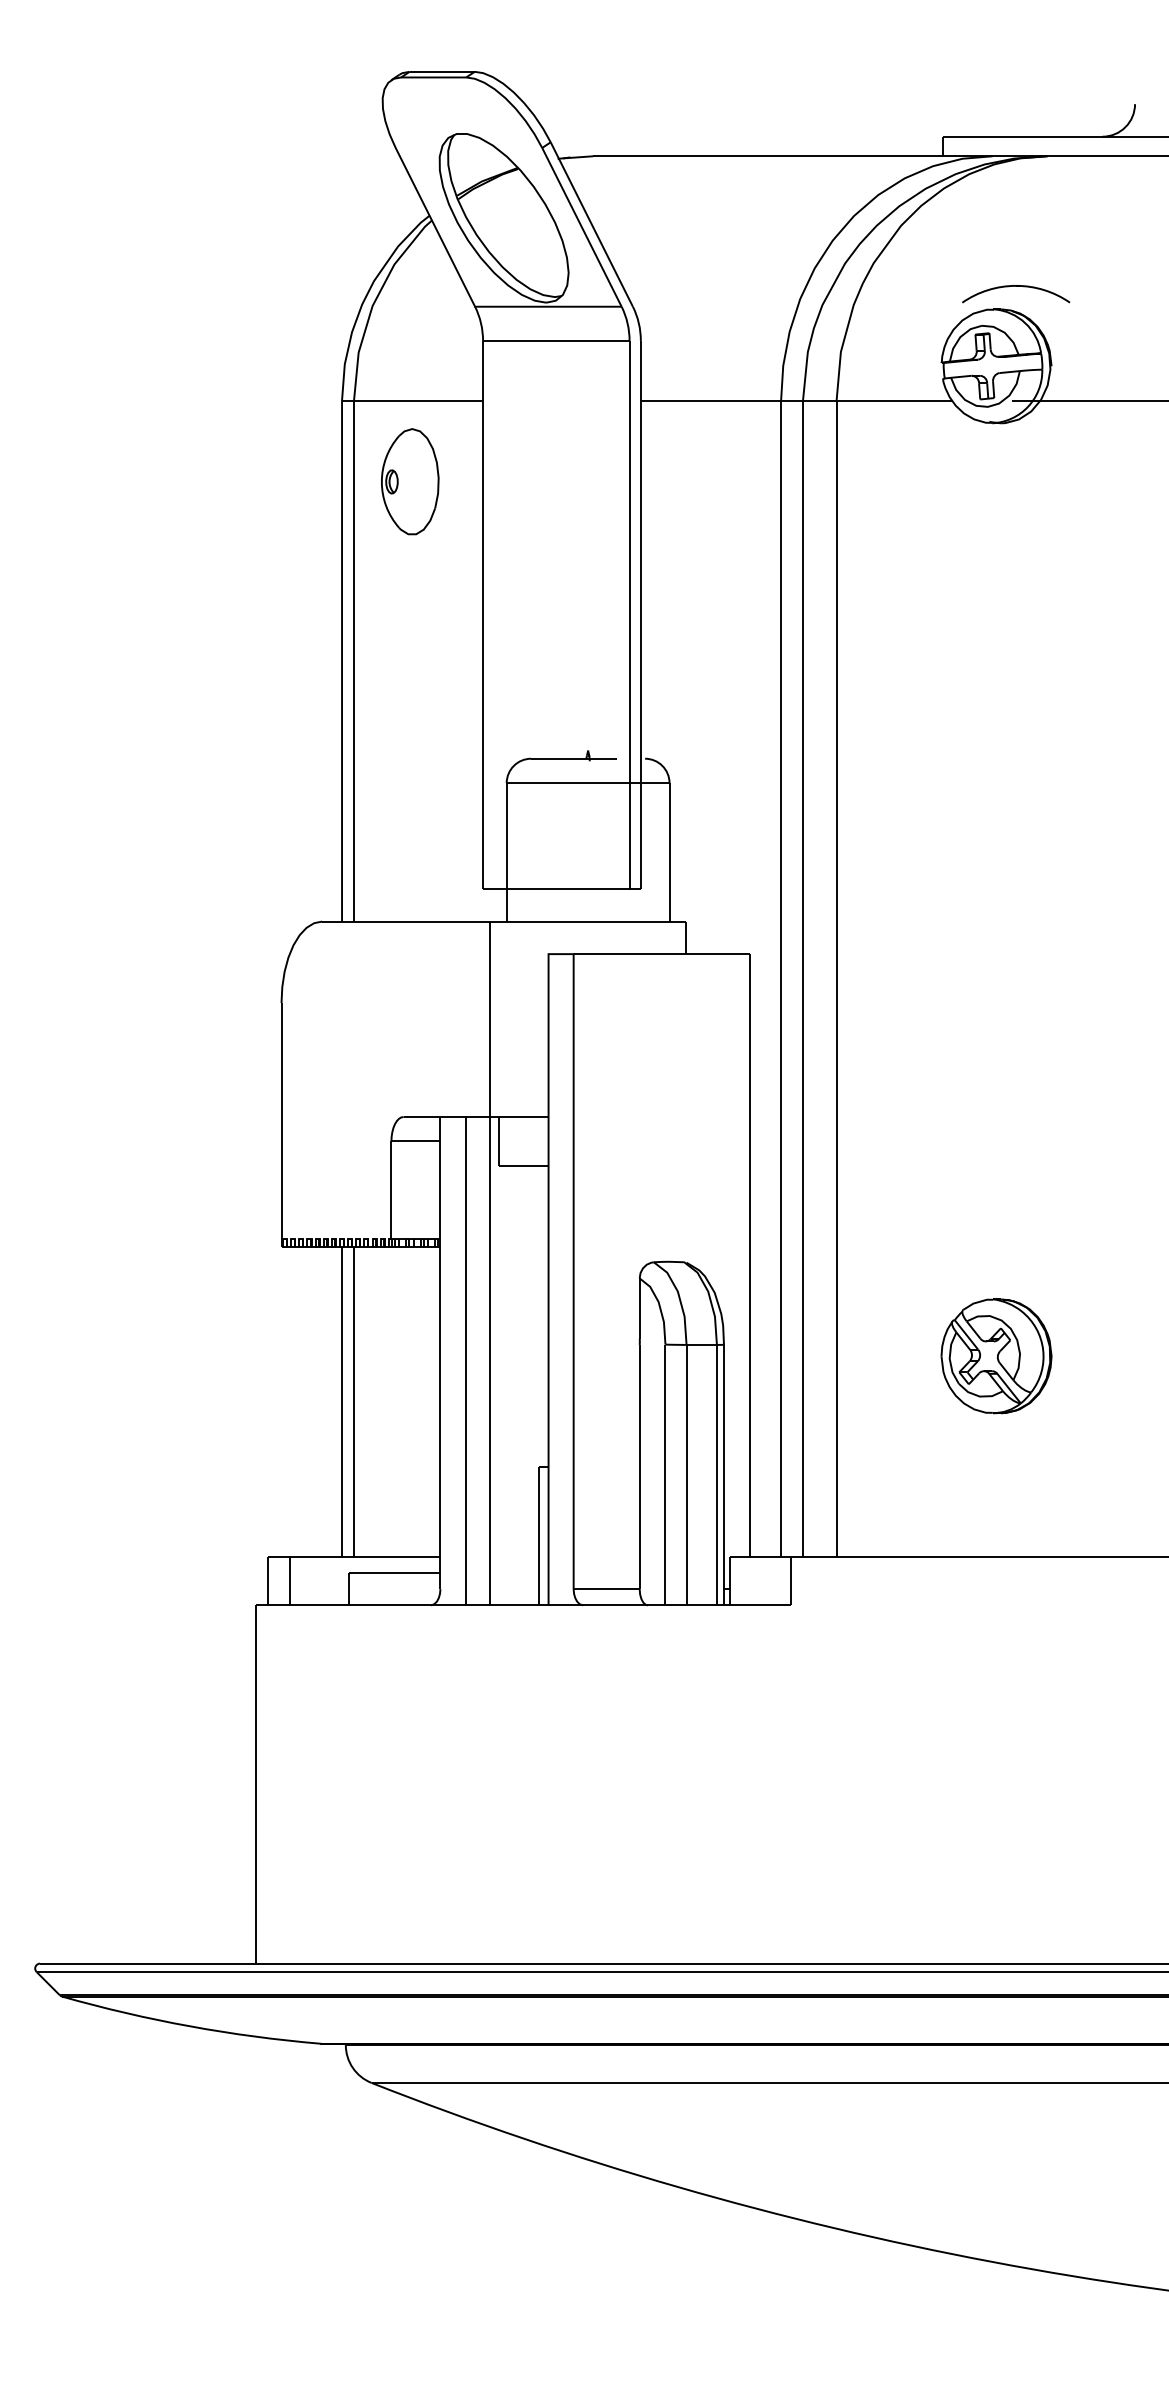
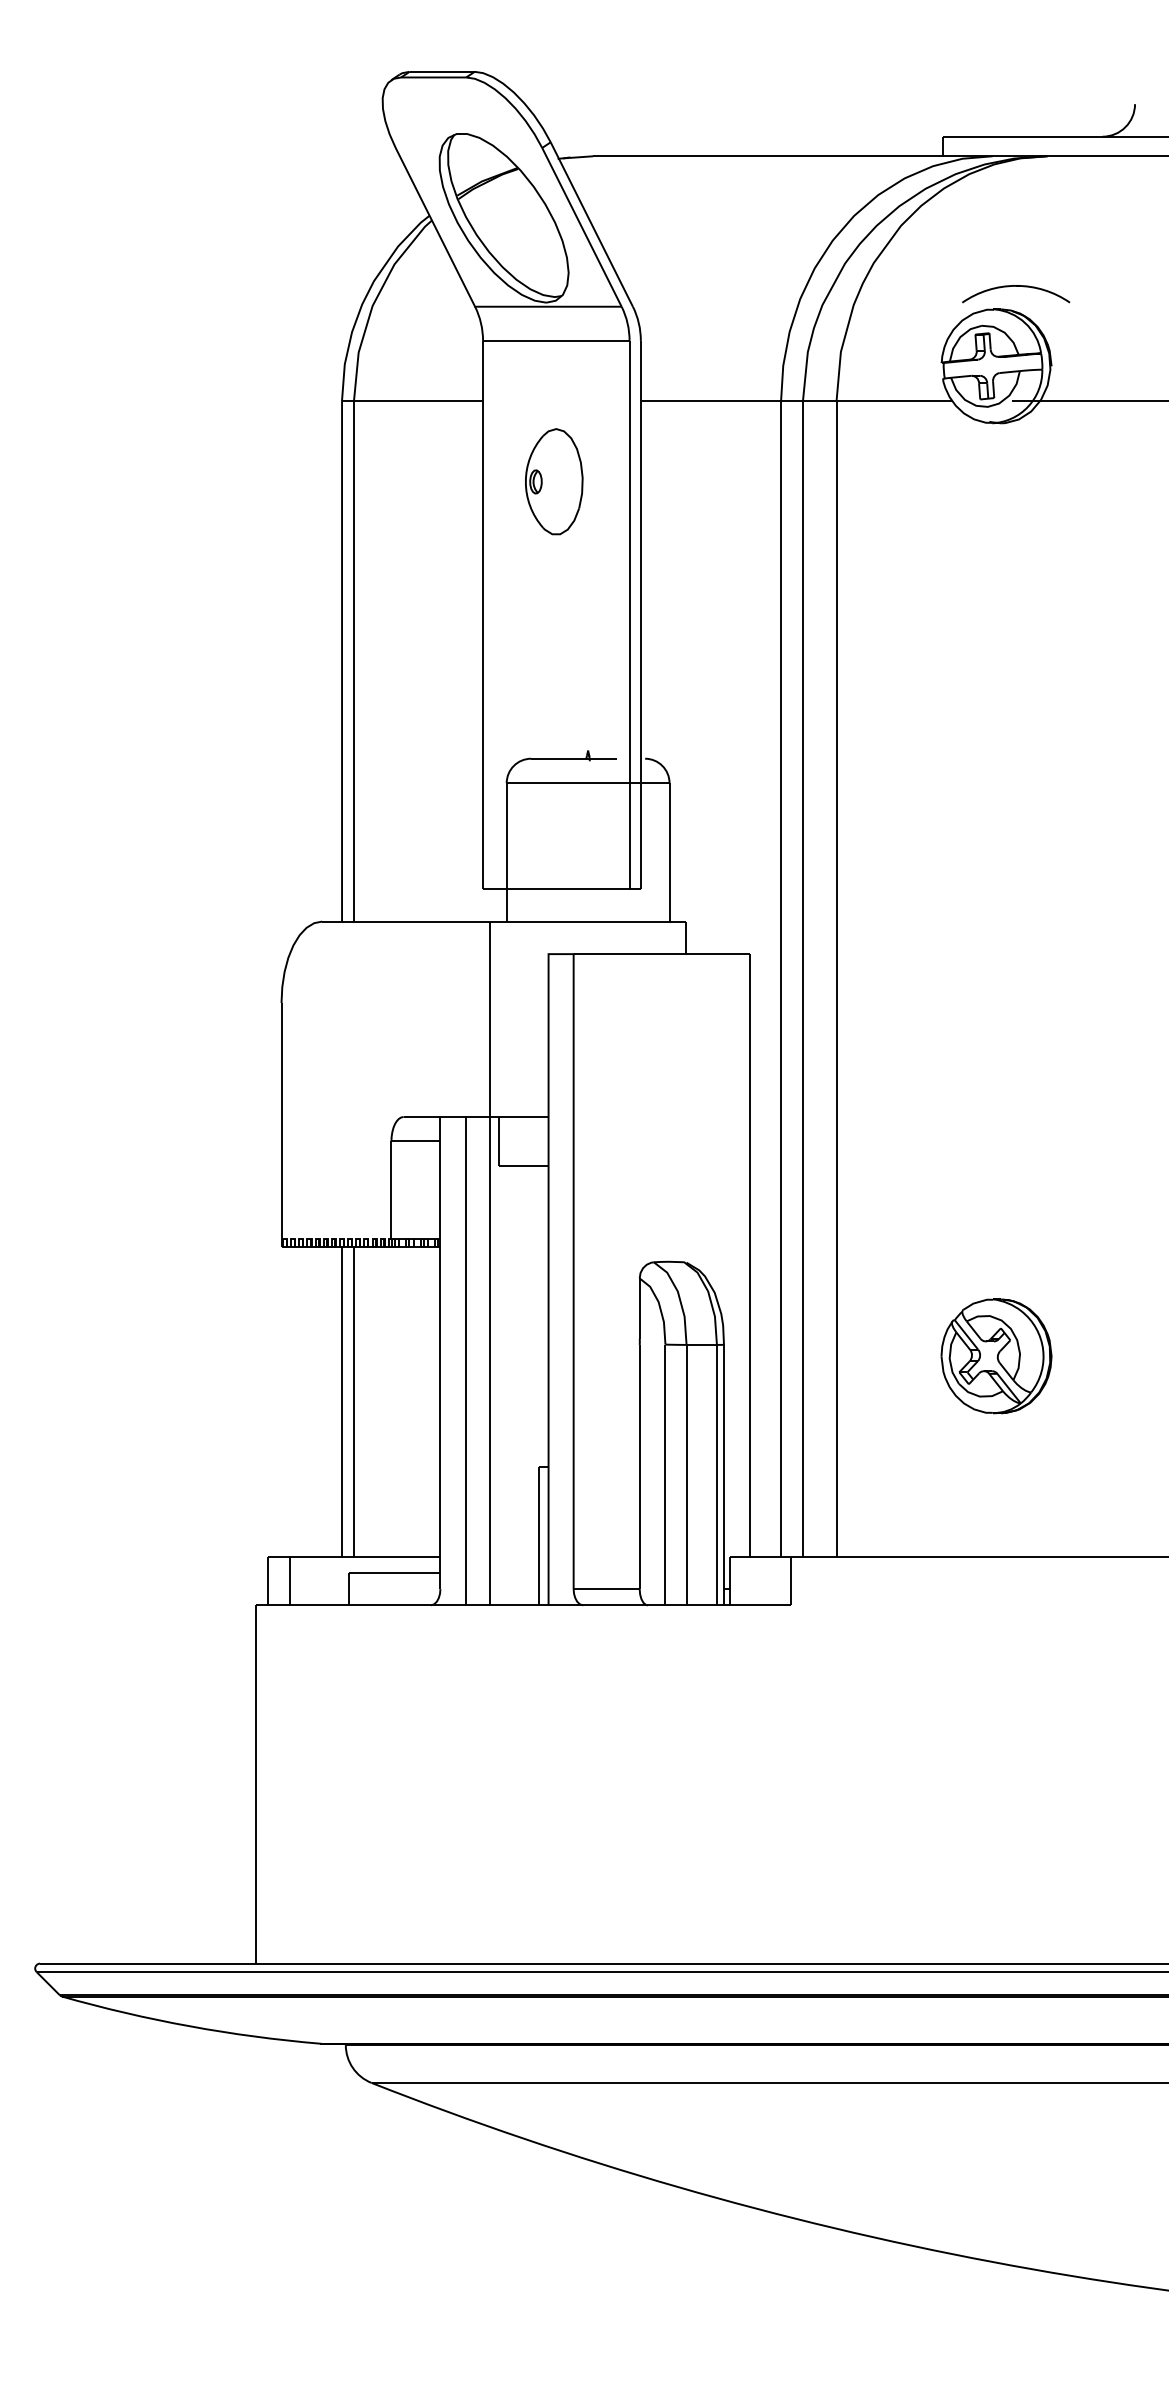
part at (410, 481) position: (410, 481) -> (554, 481)
